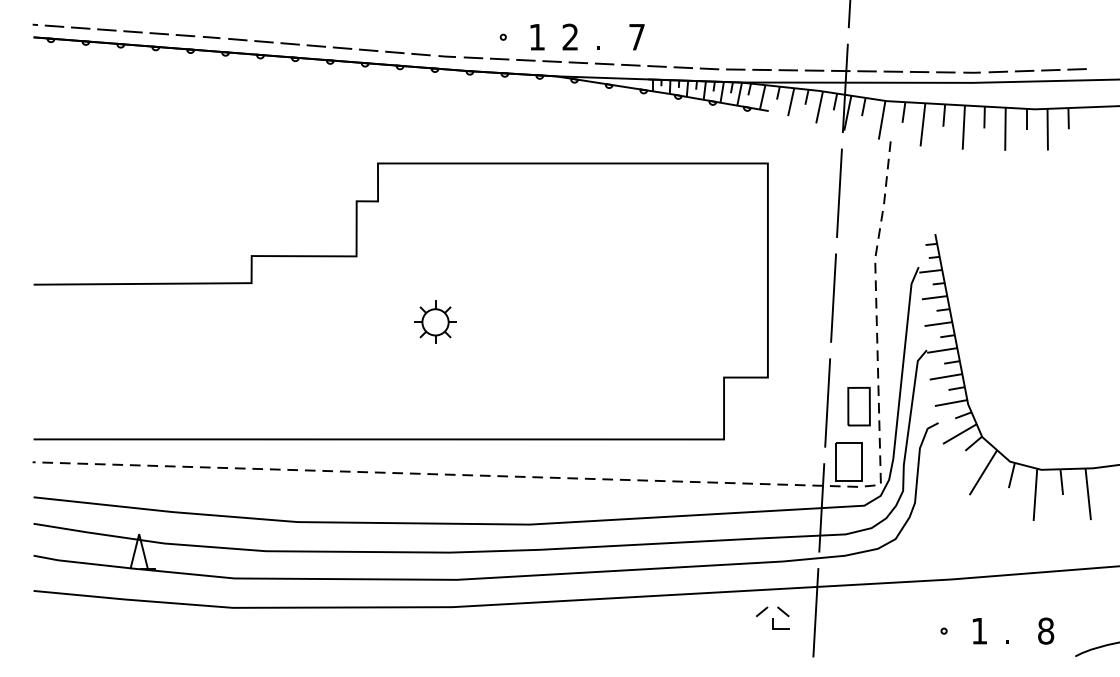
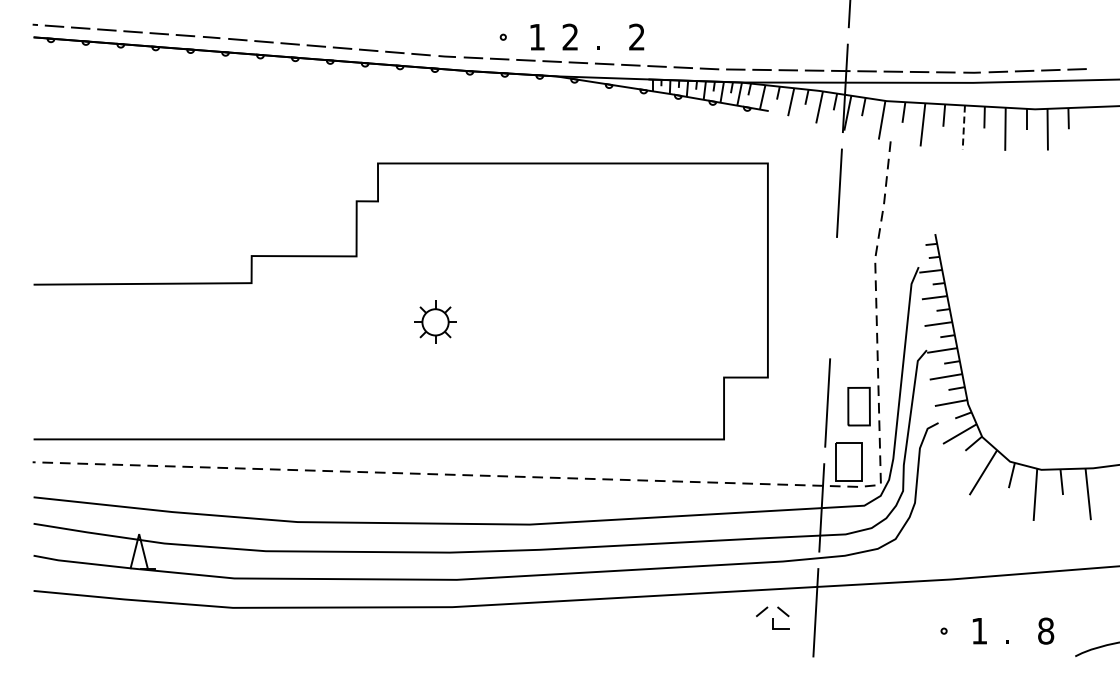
text at (636, 36): 7 -> 2
line at (963, 128): solid -> dashed
line at (833, 297): present -> none
